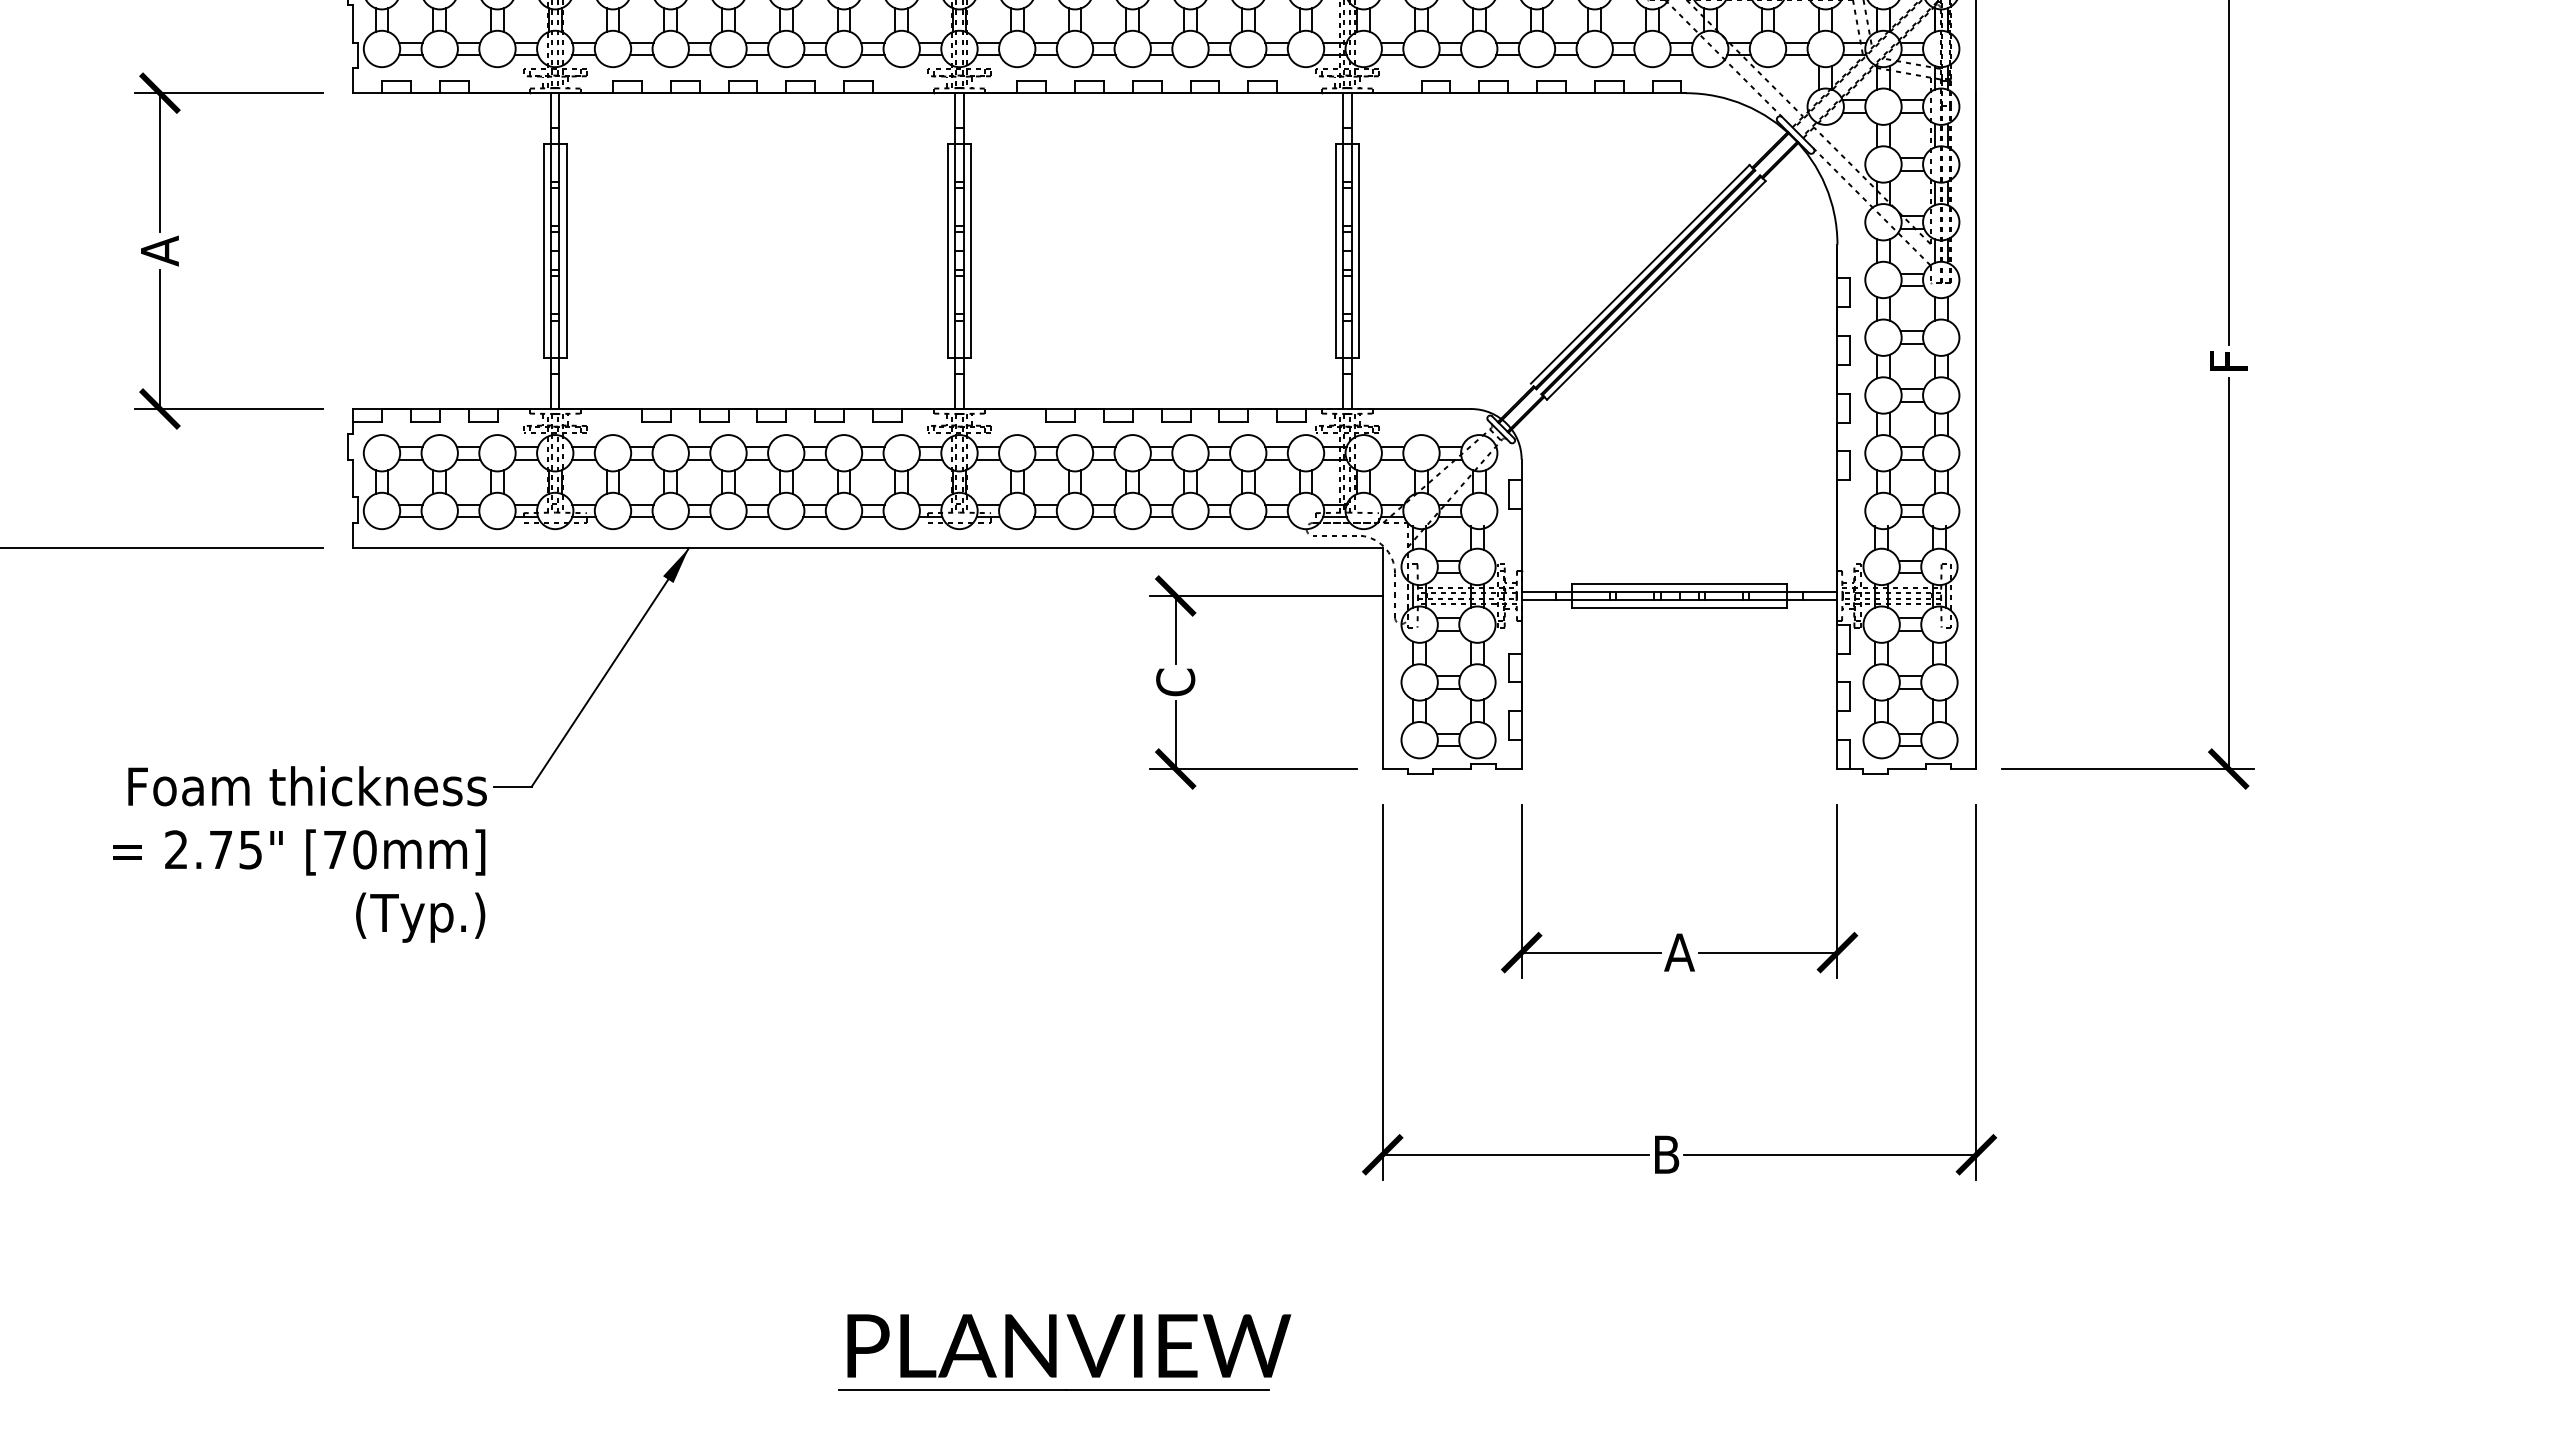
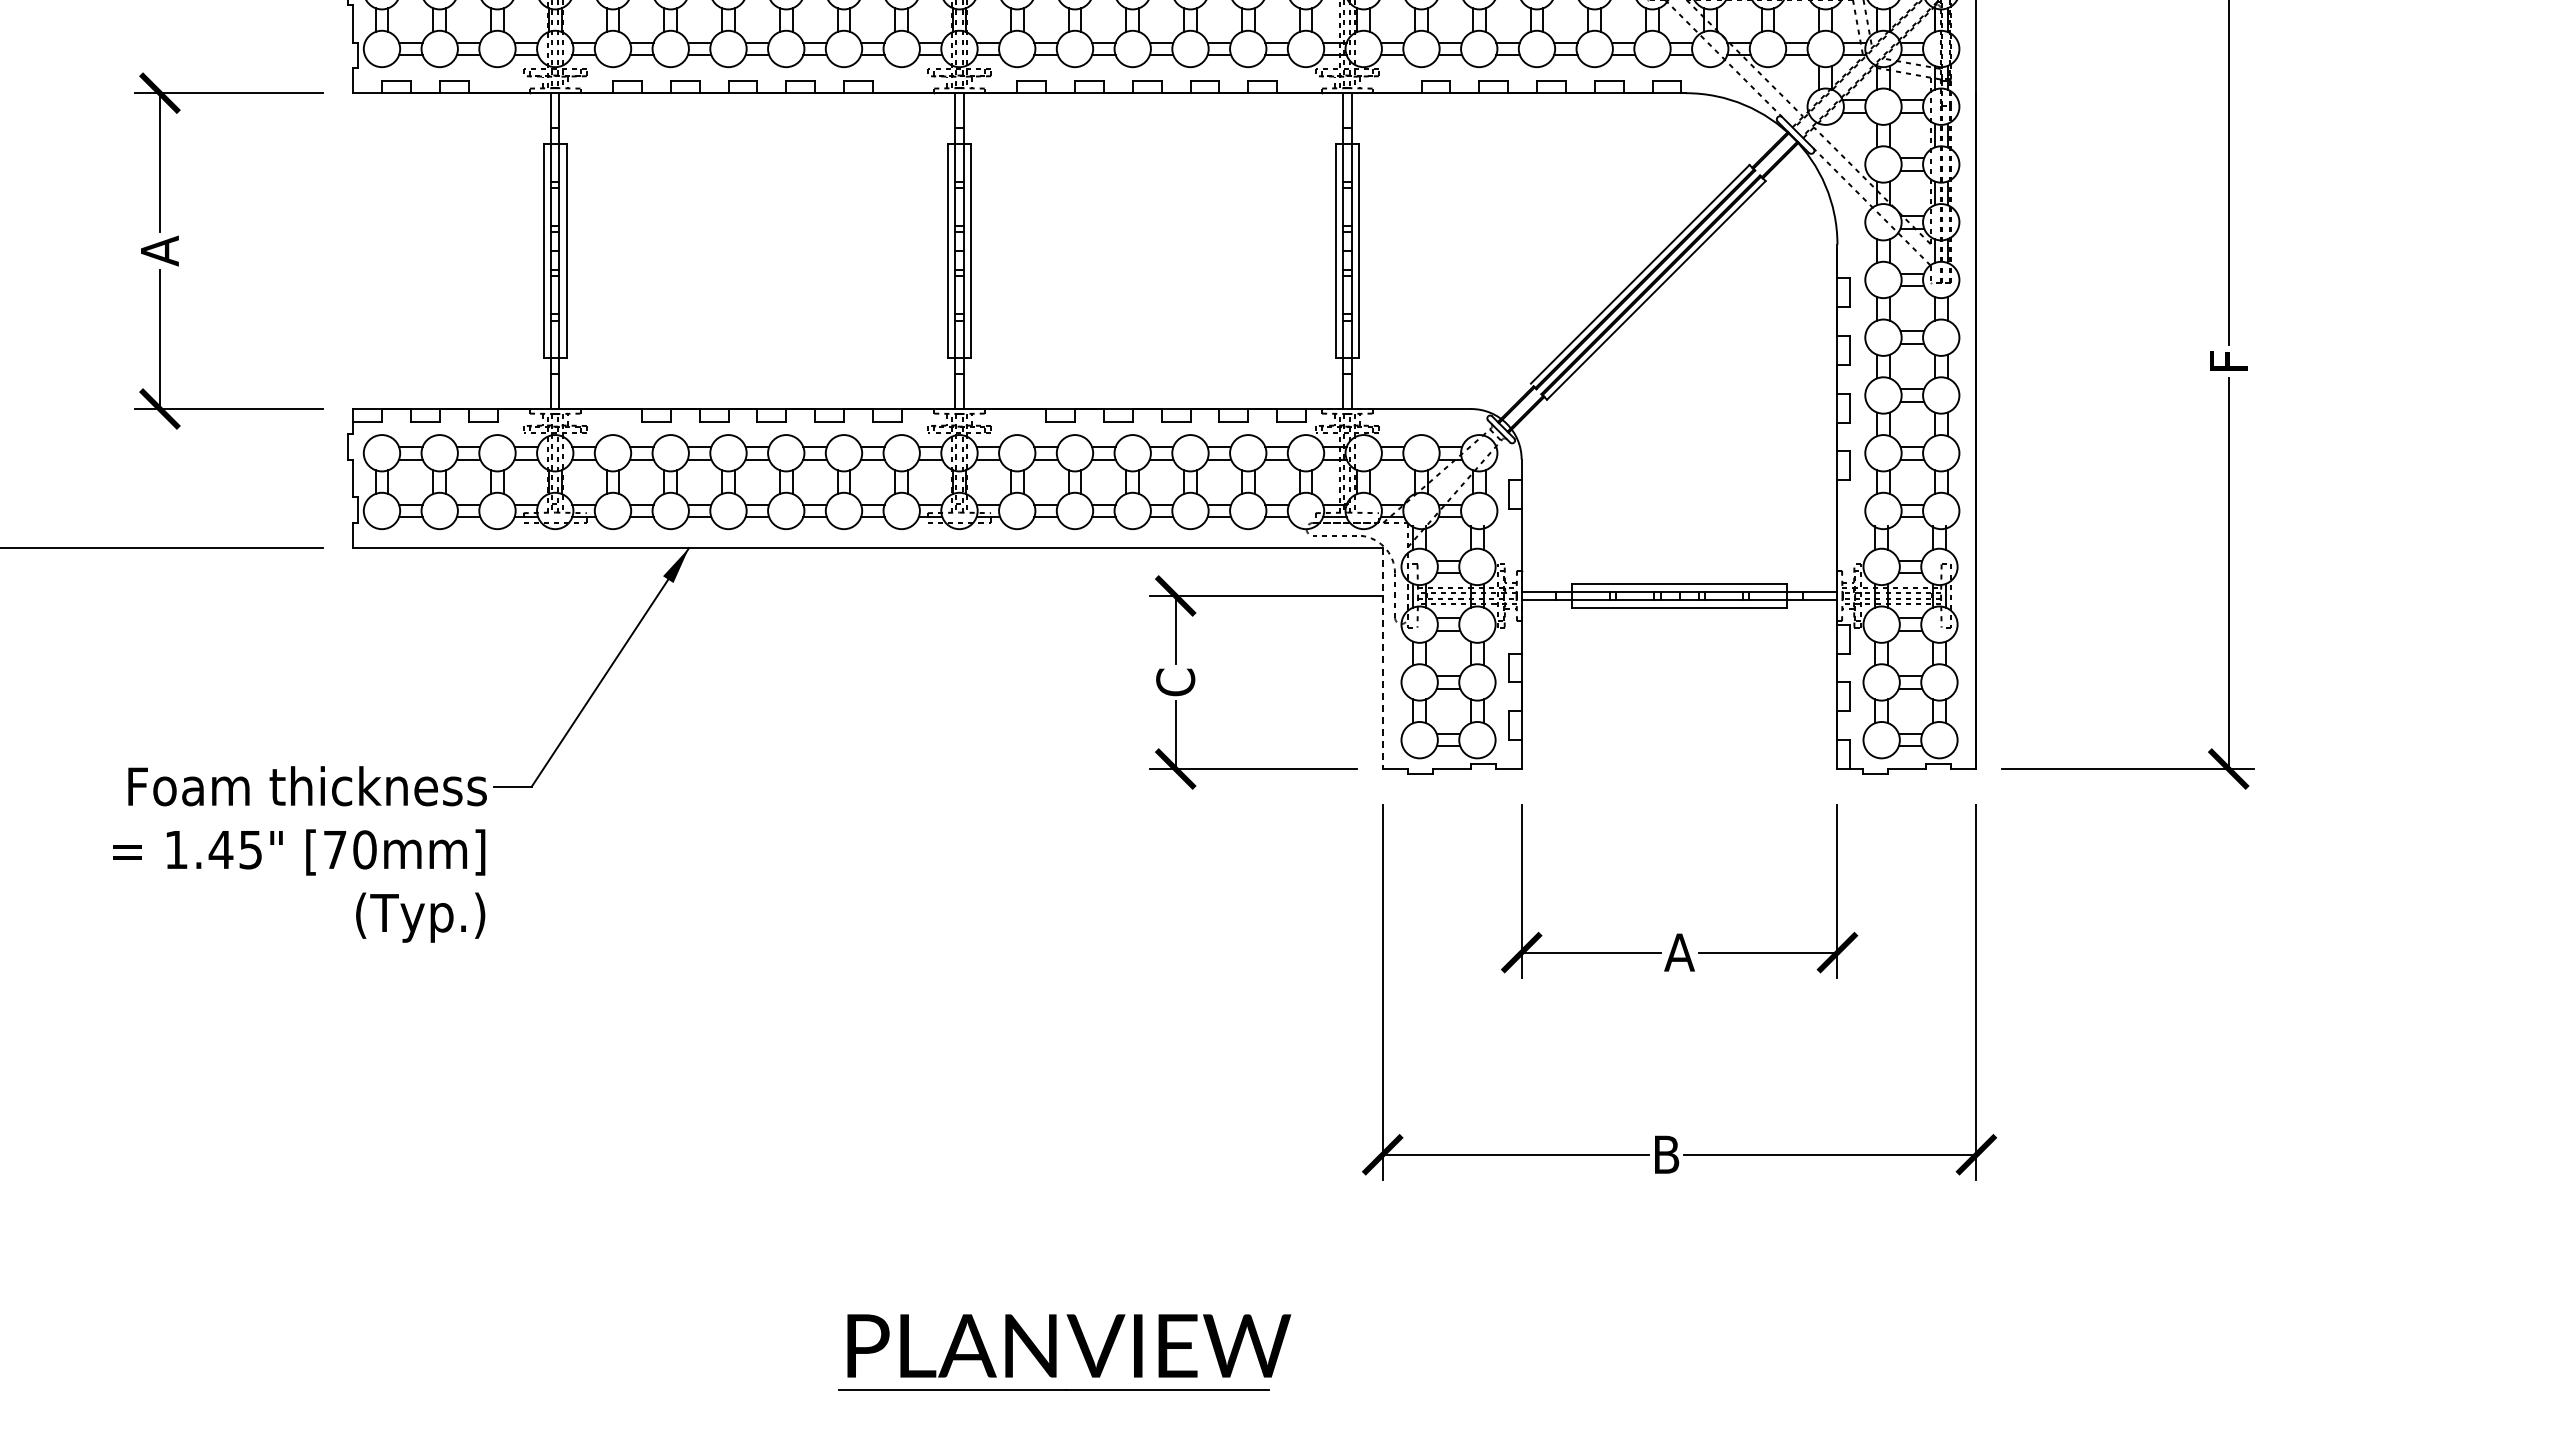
line at (1382, 658): solid -> dashed
text at (199, 849): 2.75" -> 1.45"
